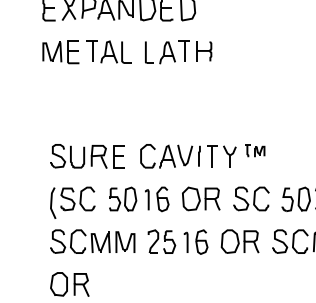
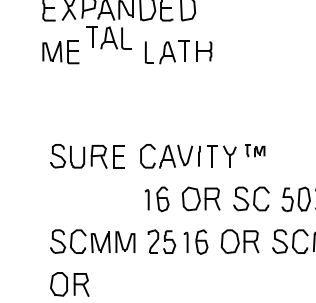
part at (108, 51) position: (108, 51) -> (108, 37)
part at (123, 198): present -> none
part at (72, 202): present -> none
